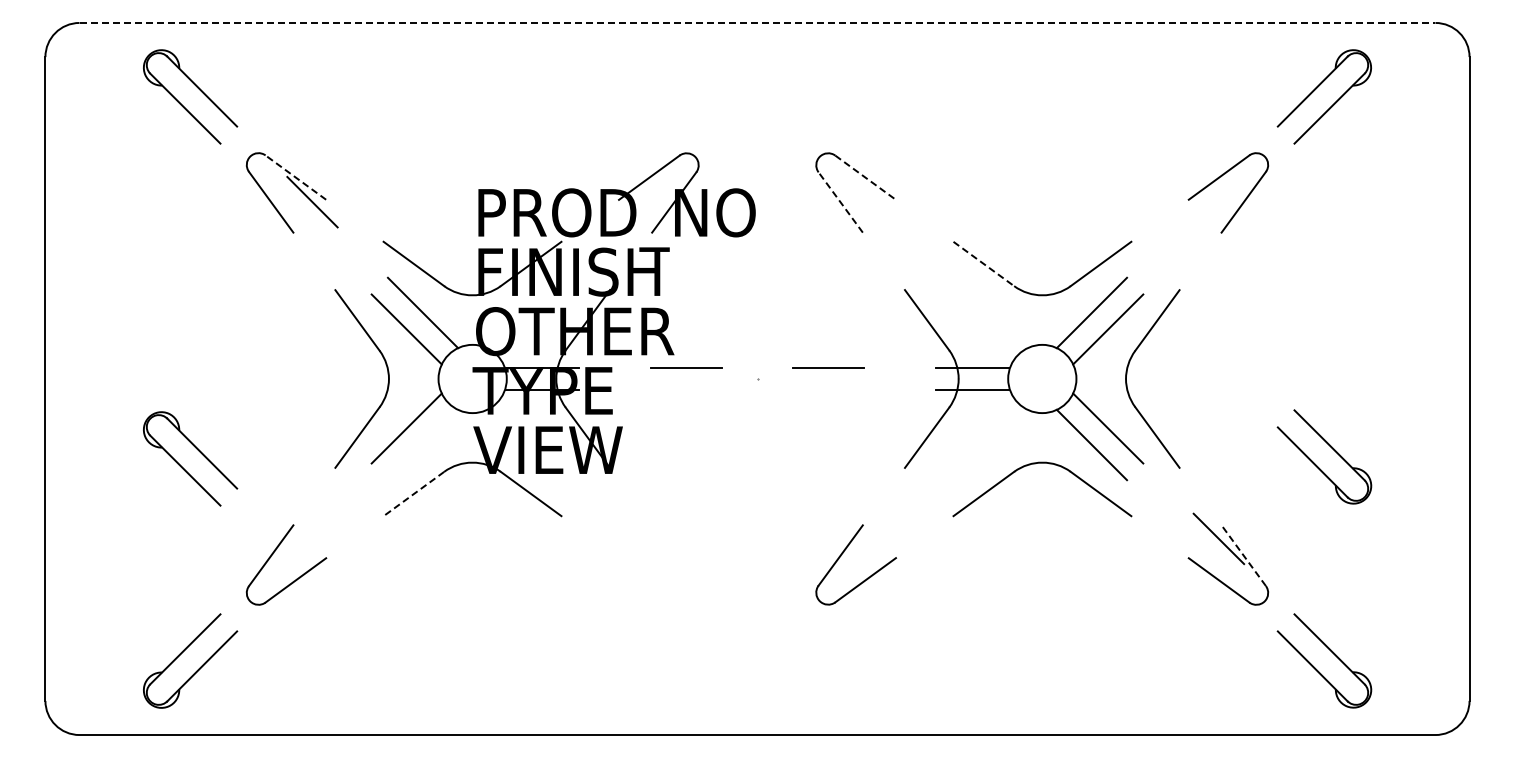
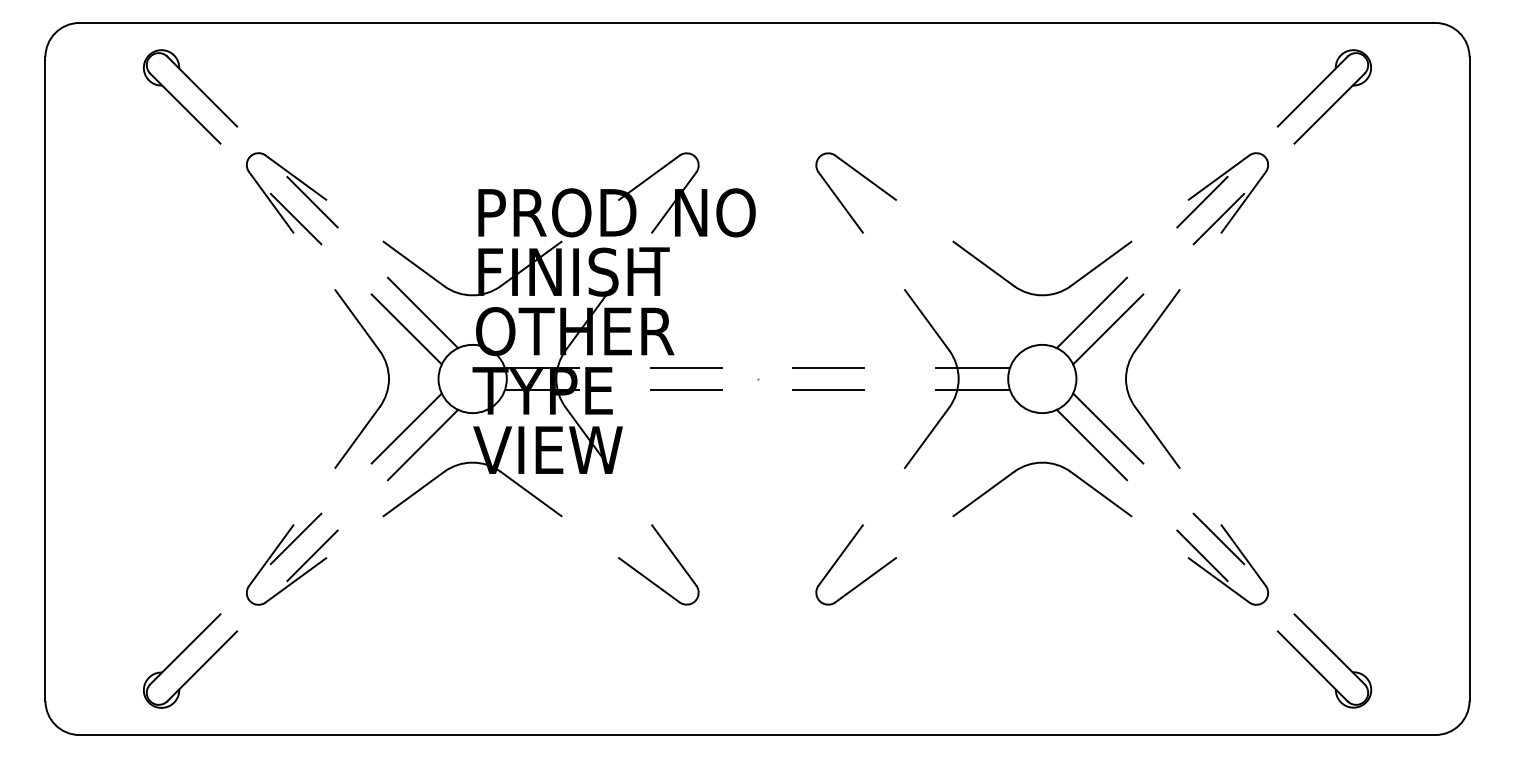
line at (757, 22): dashed -> solid
line at (295, 177): dashed -> solid
line at (865, 177): dashed -> solid
line at (1202, 201): none -> present
line at (840, 202): dashed -> solid
line at (295, 218): none -> present
line at (1218, 218): none -> present
line at (983, 264): dashed -> solid
line at (685, 389): none -> present
line at (828, 389): none -> present
line at (422, 444): none -> present
part at (1331, 448): present -> none
part at (197, 450): present -> none
line at (413, 494): dashed -> solid
line at (295, 538): none -> present
part at (670, 552): none -> present
line at (312, 555): none -> present
line at (1202, 555): none -> present
line at (1243, 555): dashed -> solid
